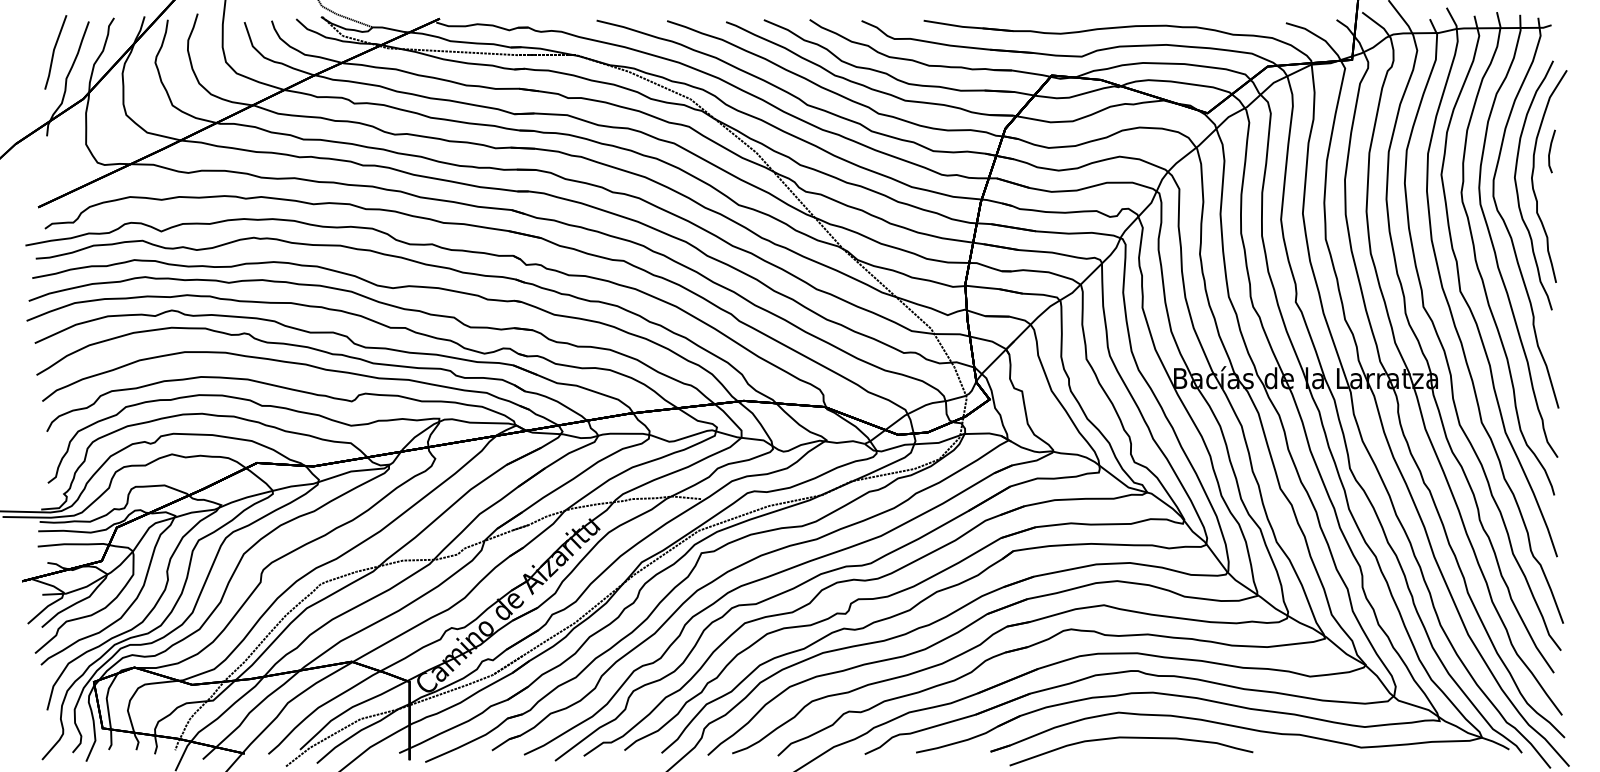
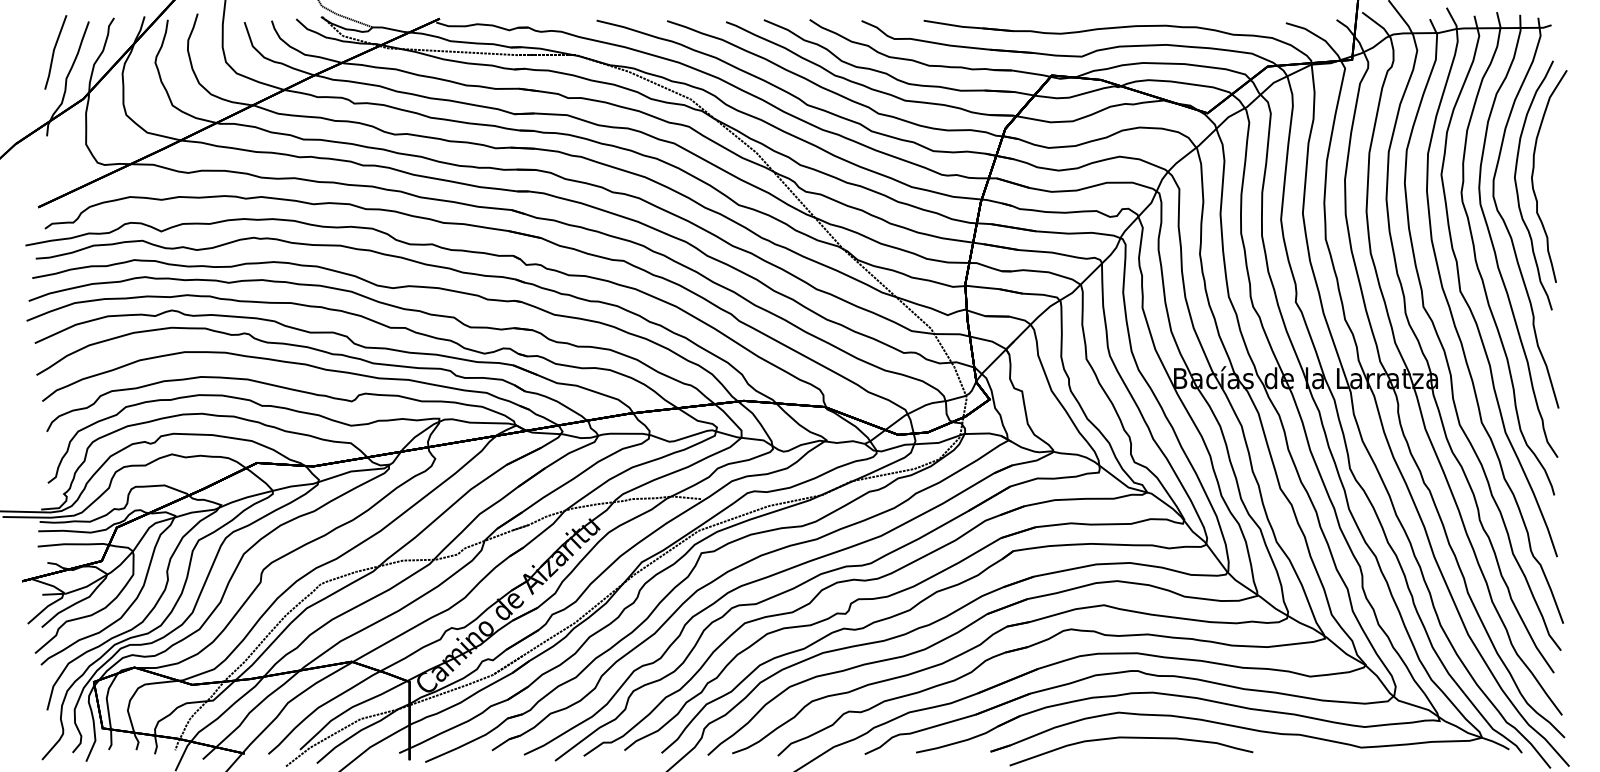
line at (1550, 151): present -> none
